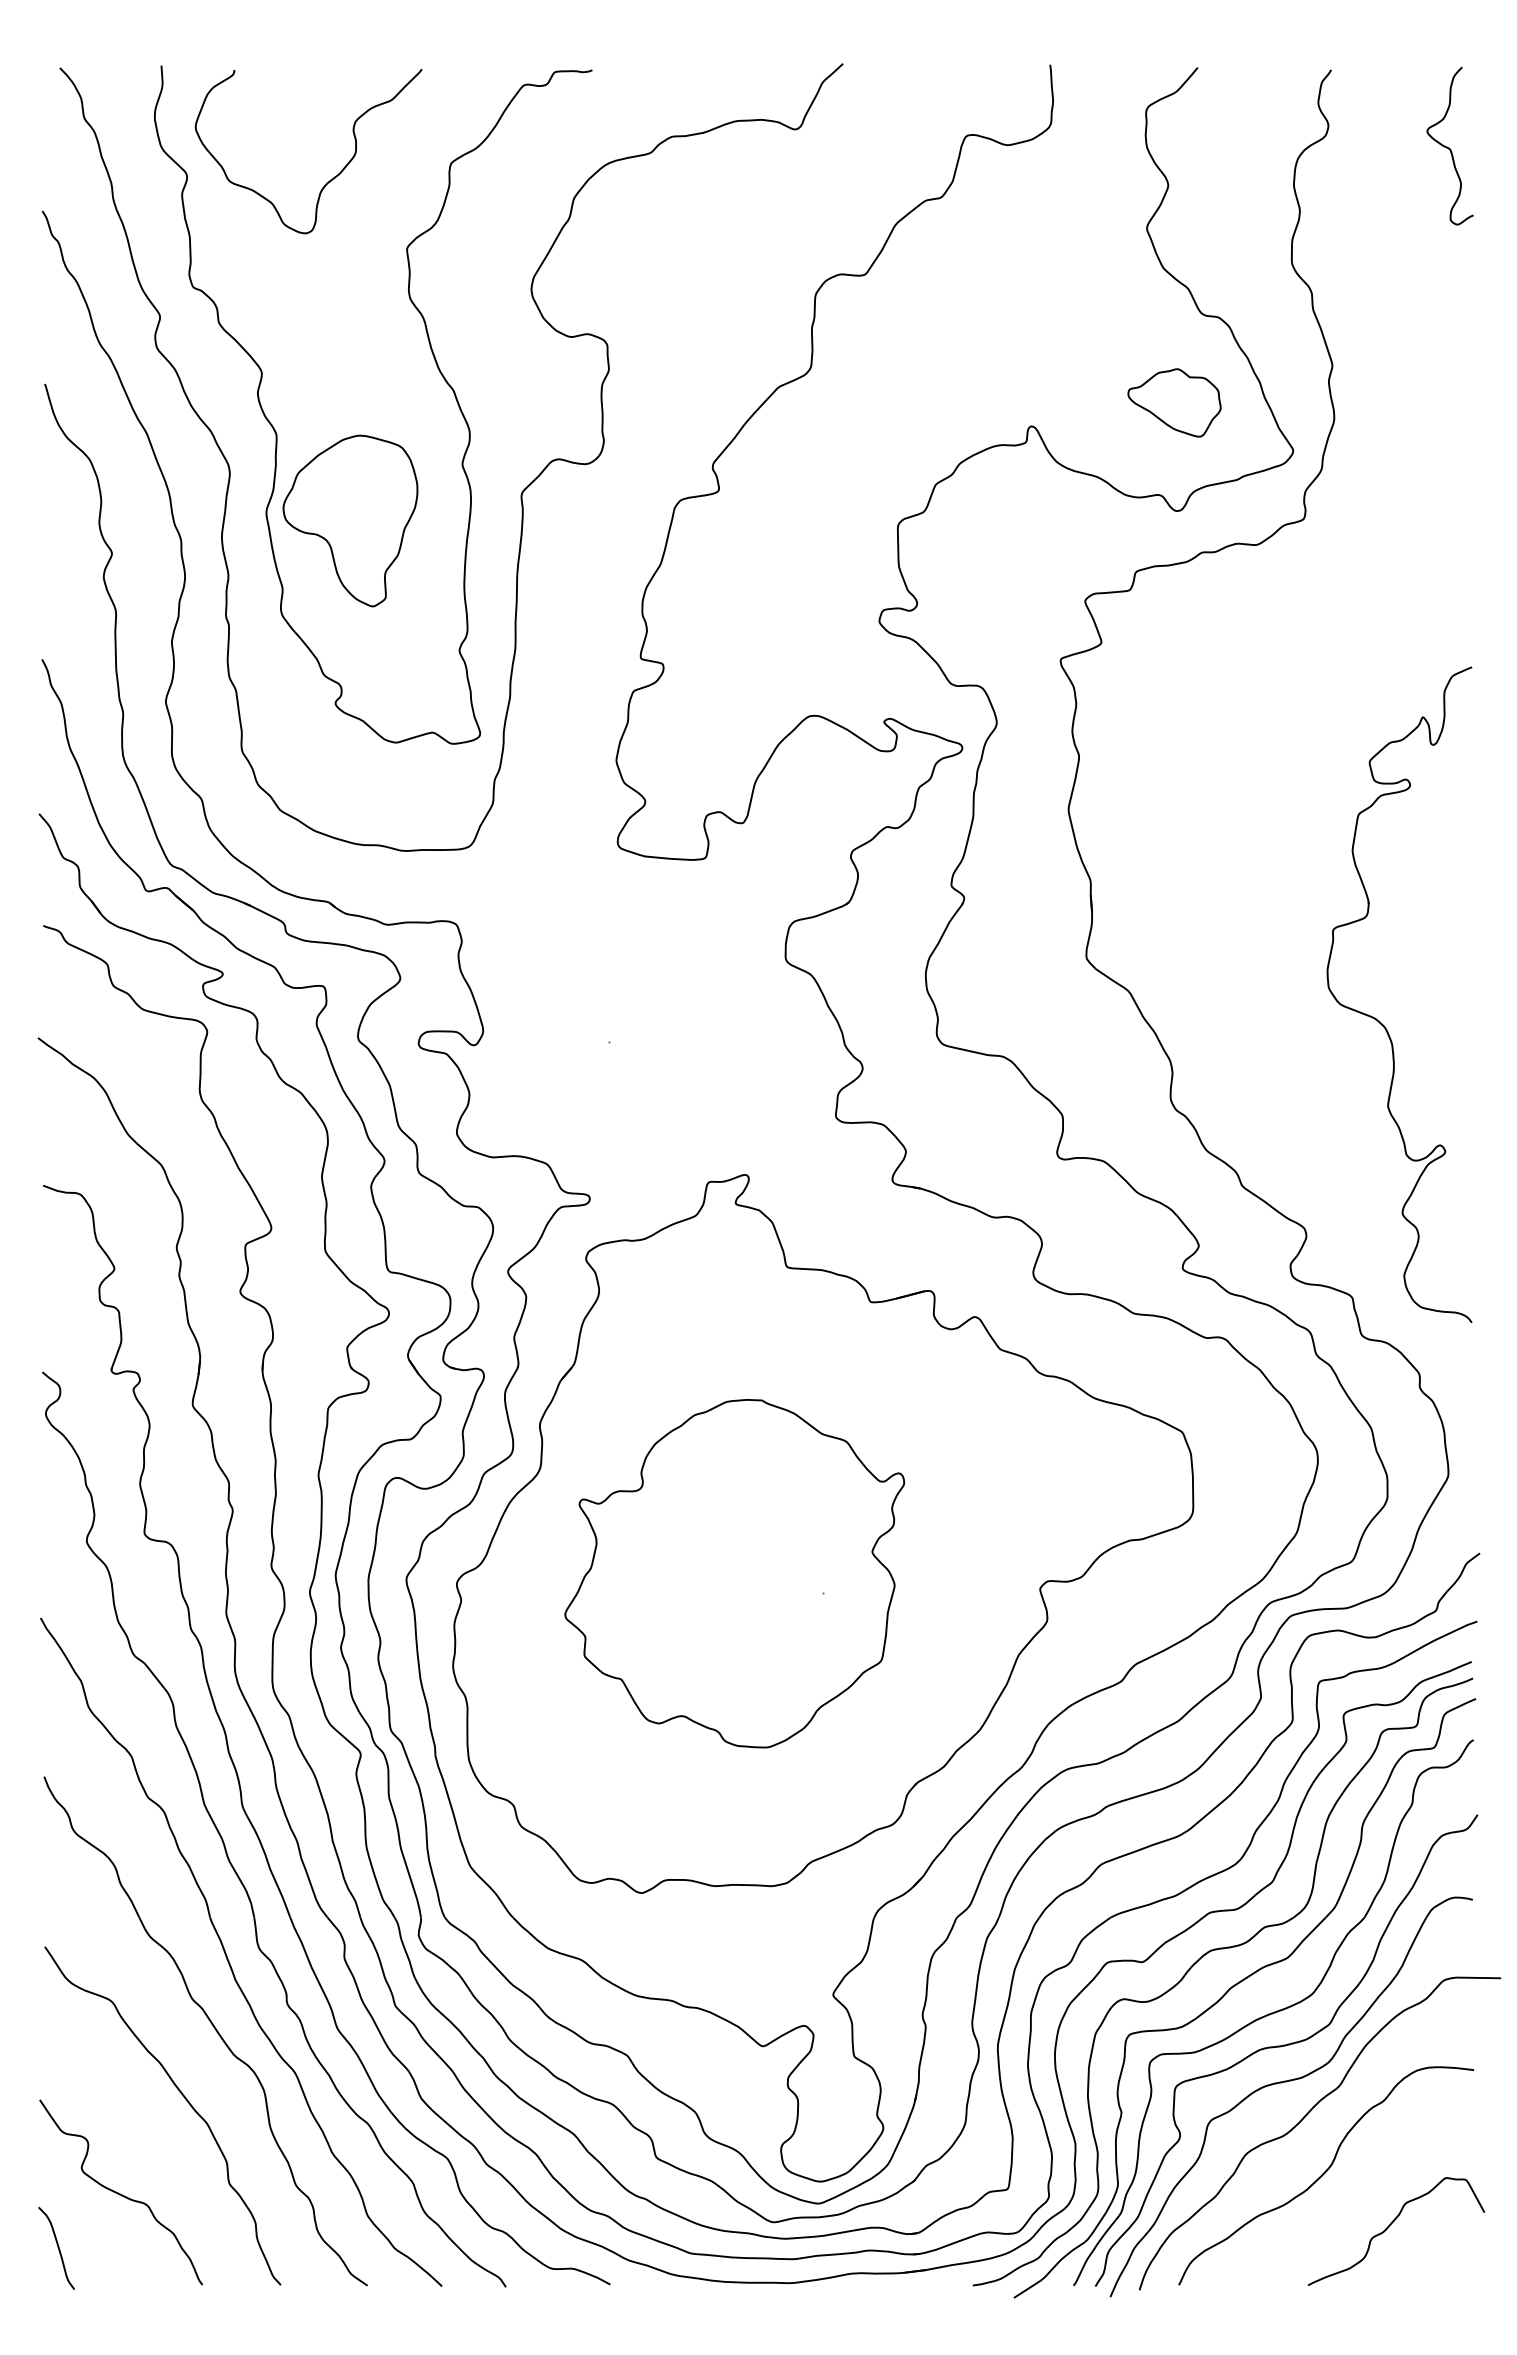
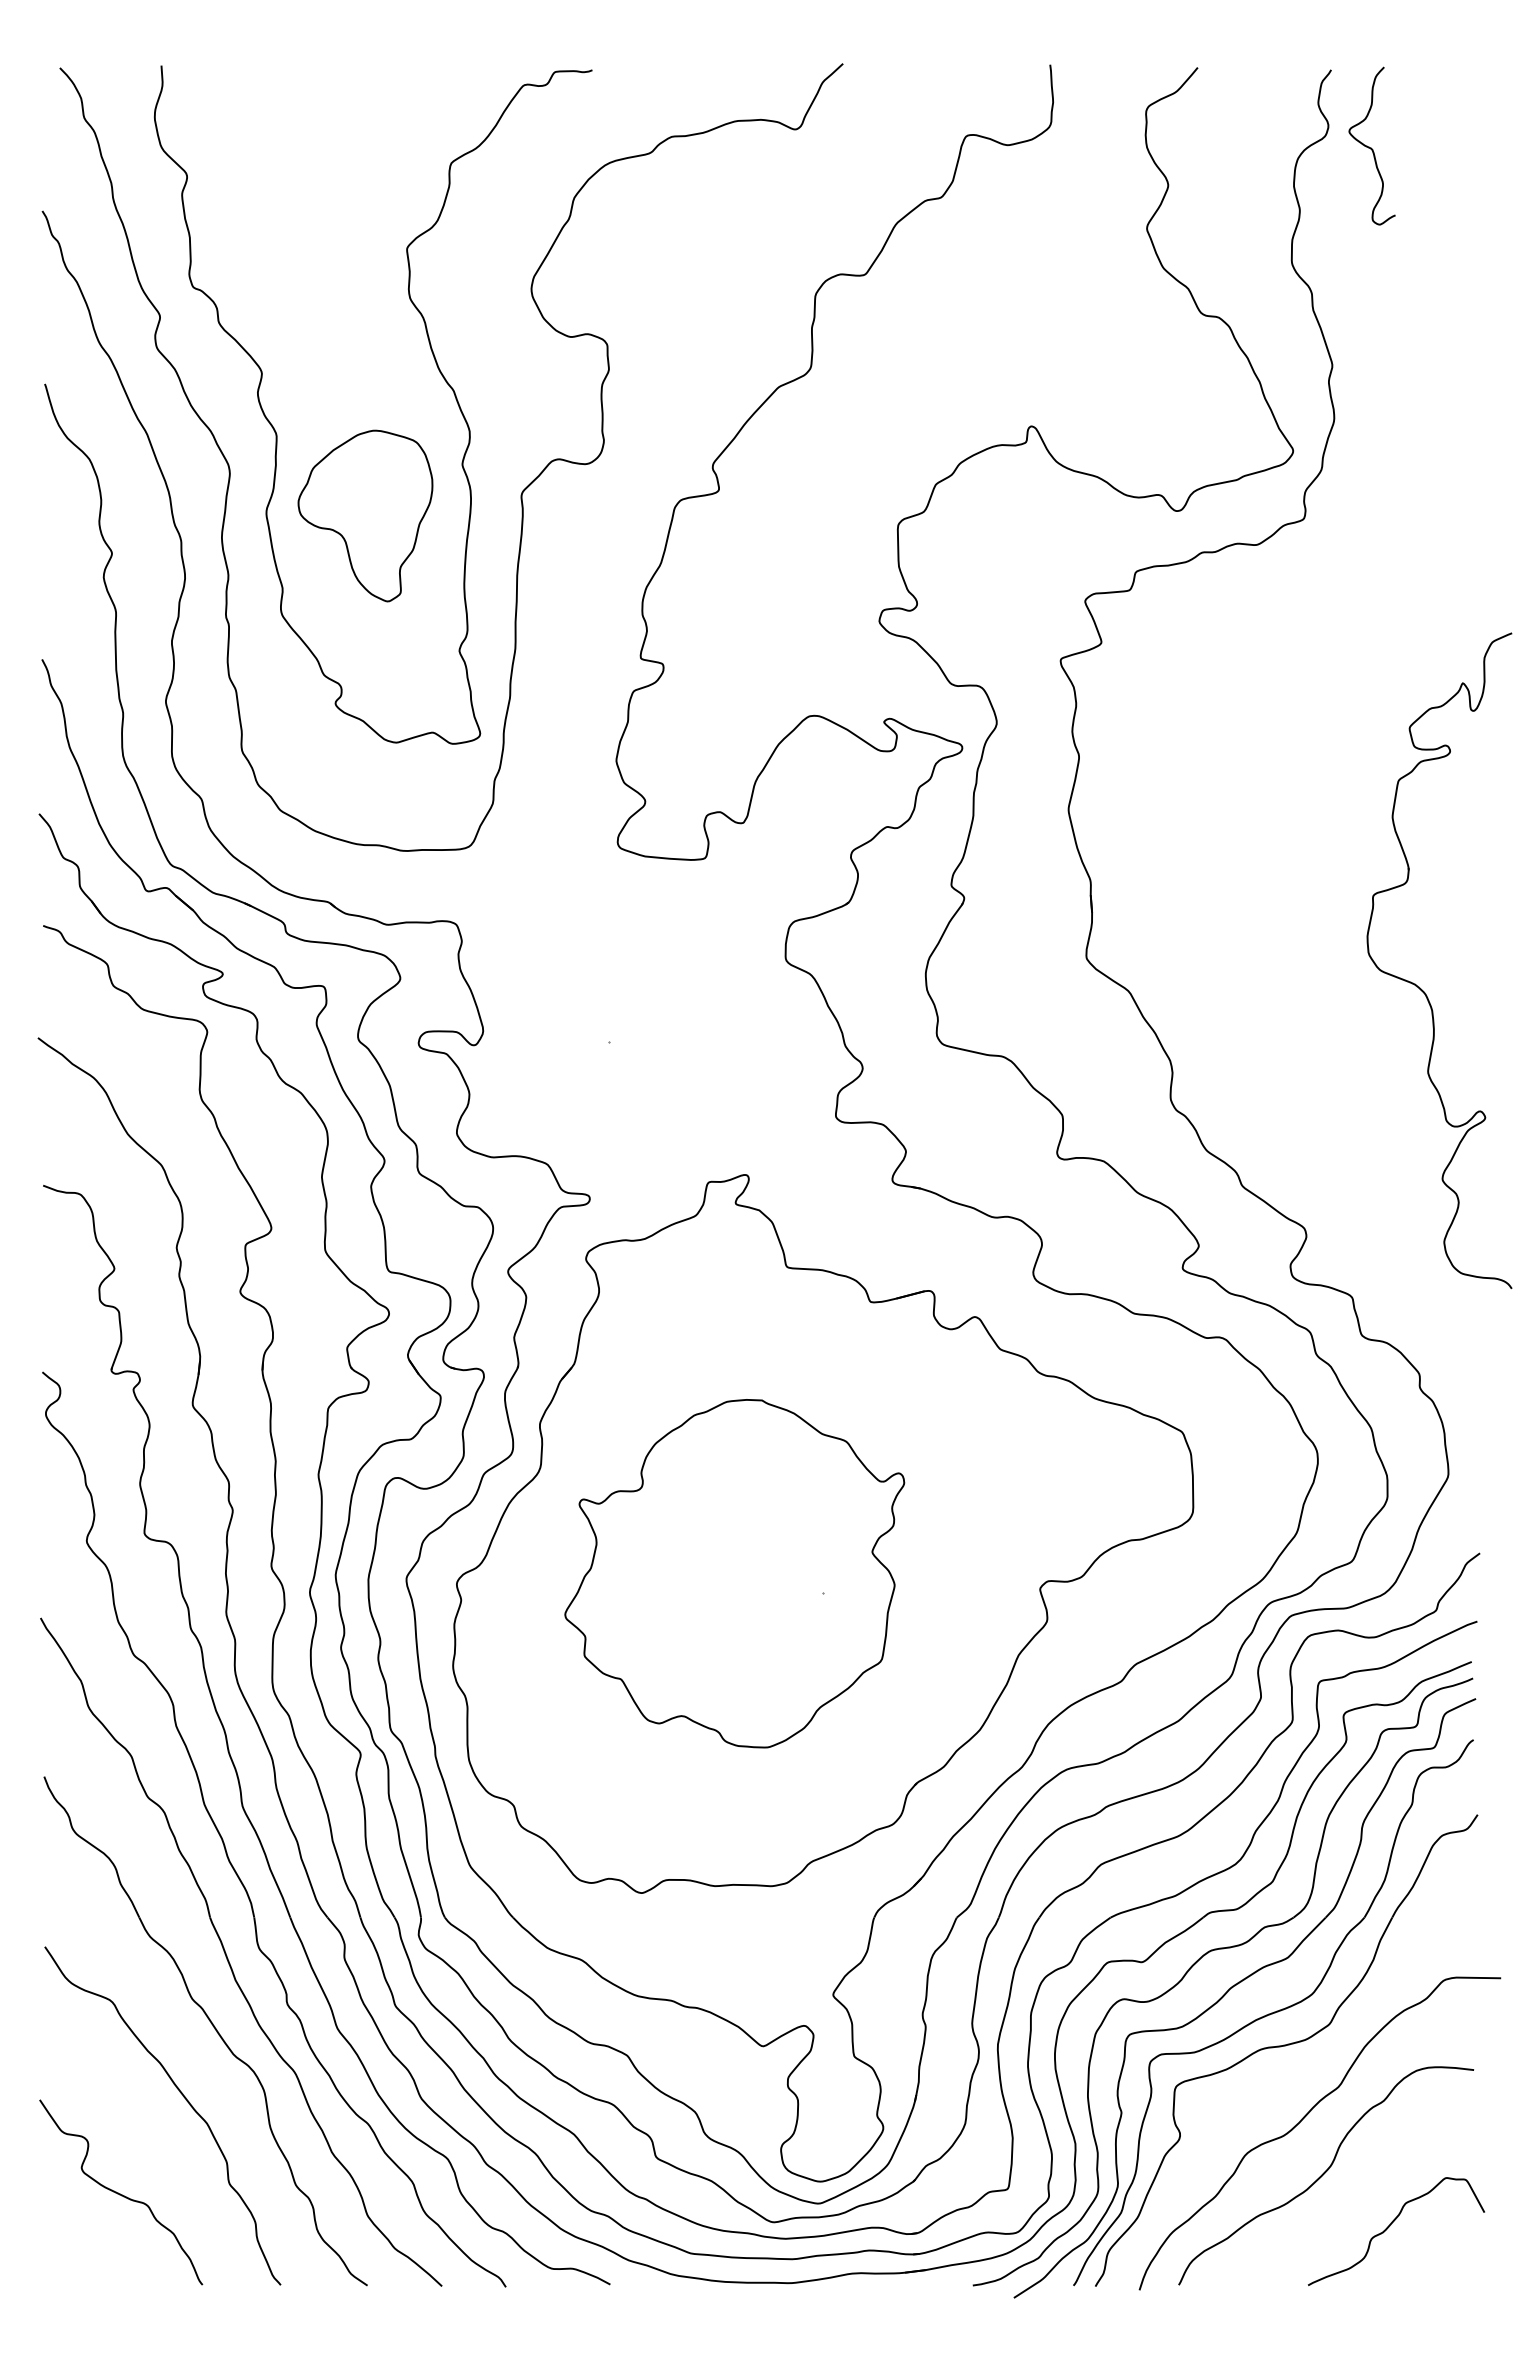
curve at (1449, 147) position: (1449, 147) -> (1371, 147)
curve at (330, 179): present -> none
part at (1174, 402): present -> none
part at (350, 520) position: (350, 520) -> (365, 515)
part at (1379, 1020) position: (1379, 1020) -> (1419, 986)
part at (1286, 2082): present -> none
curve at (57, 2247): present -> none
